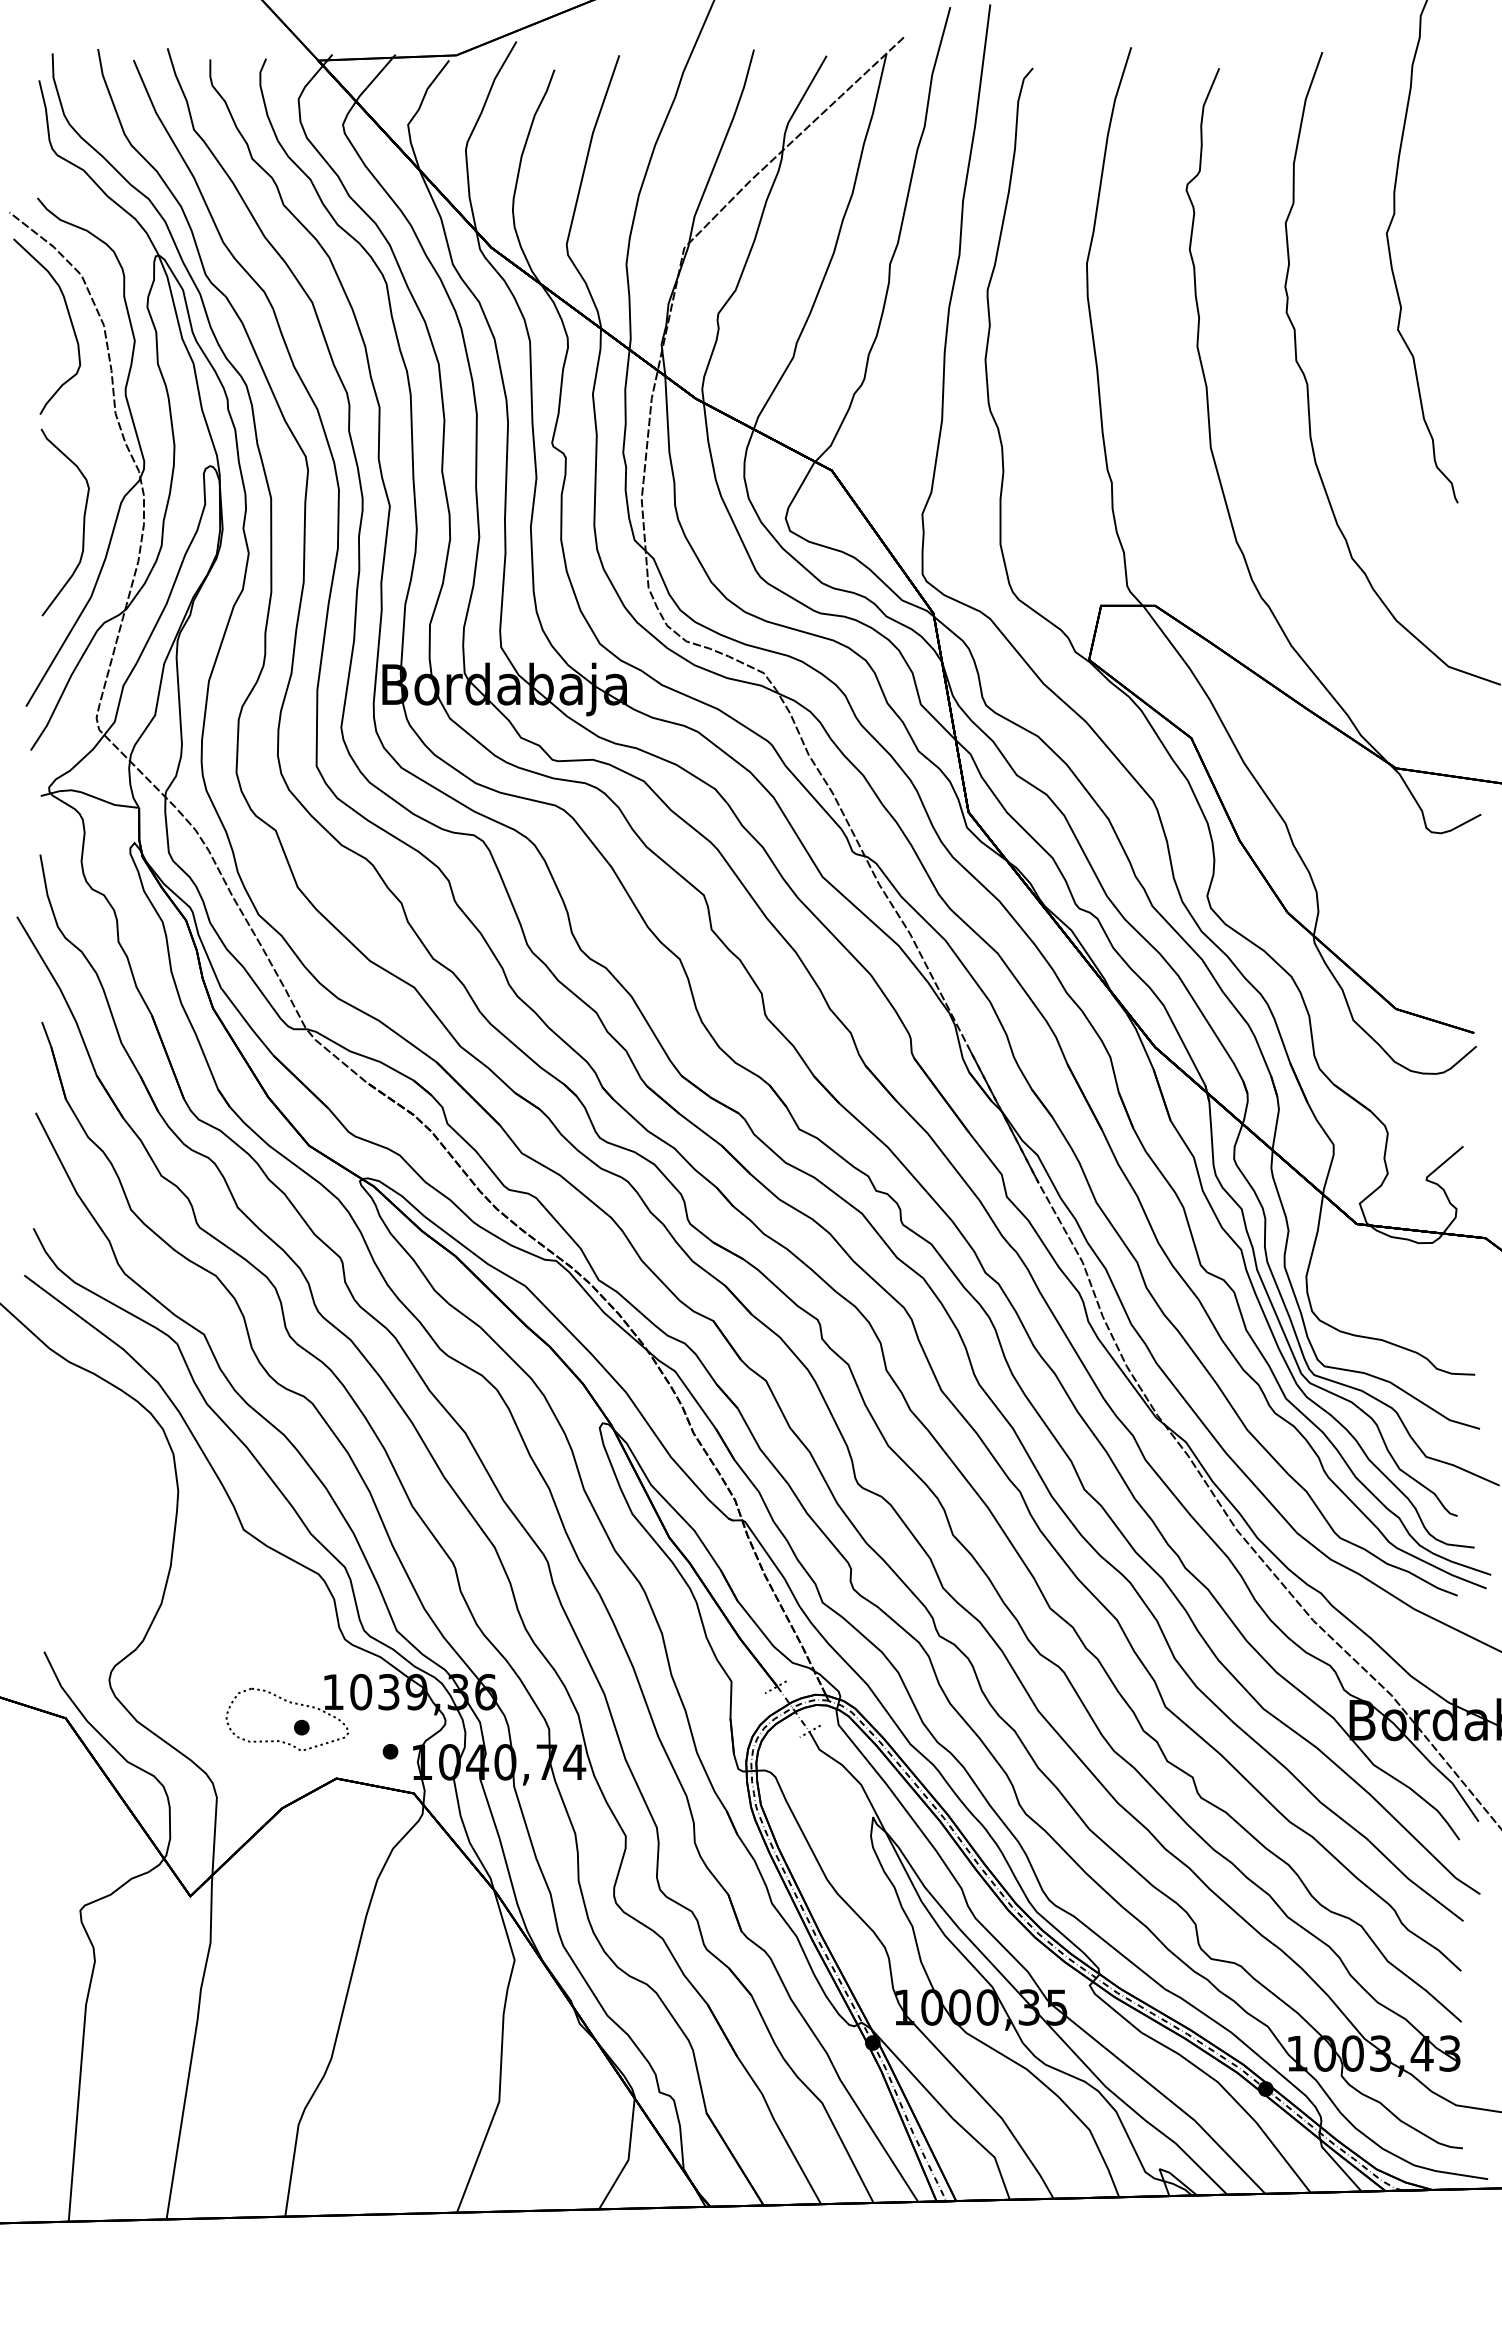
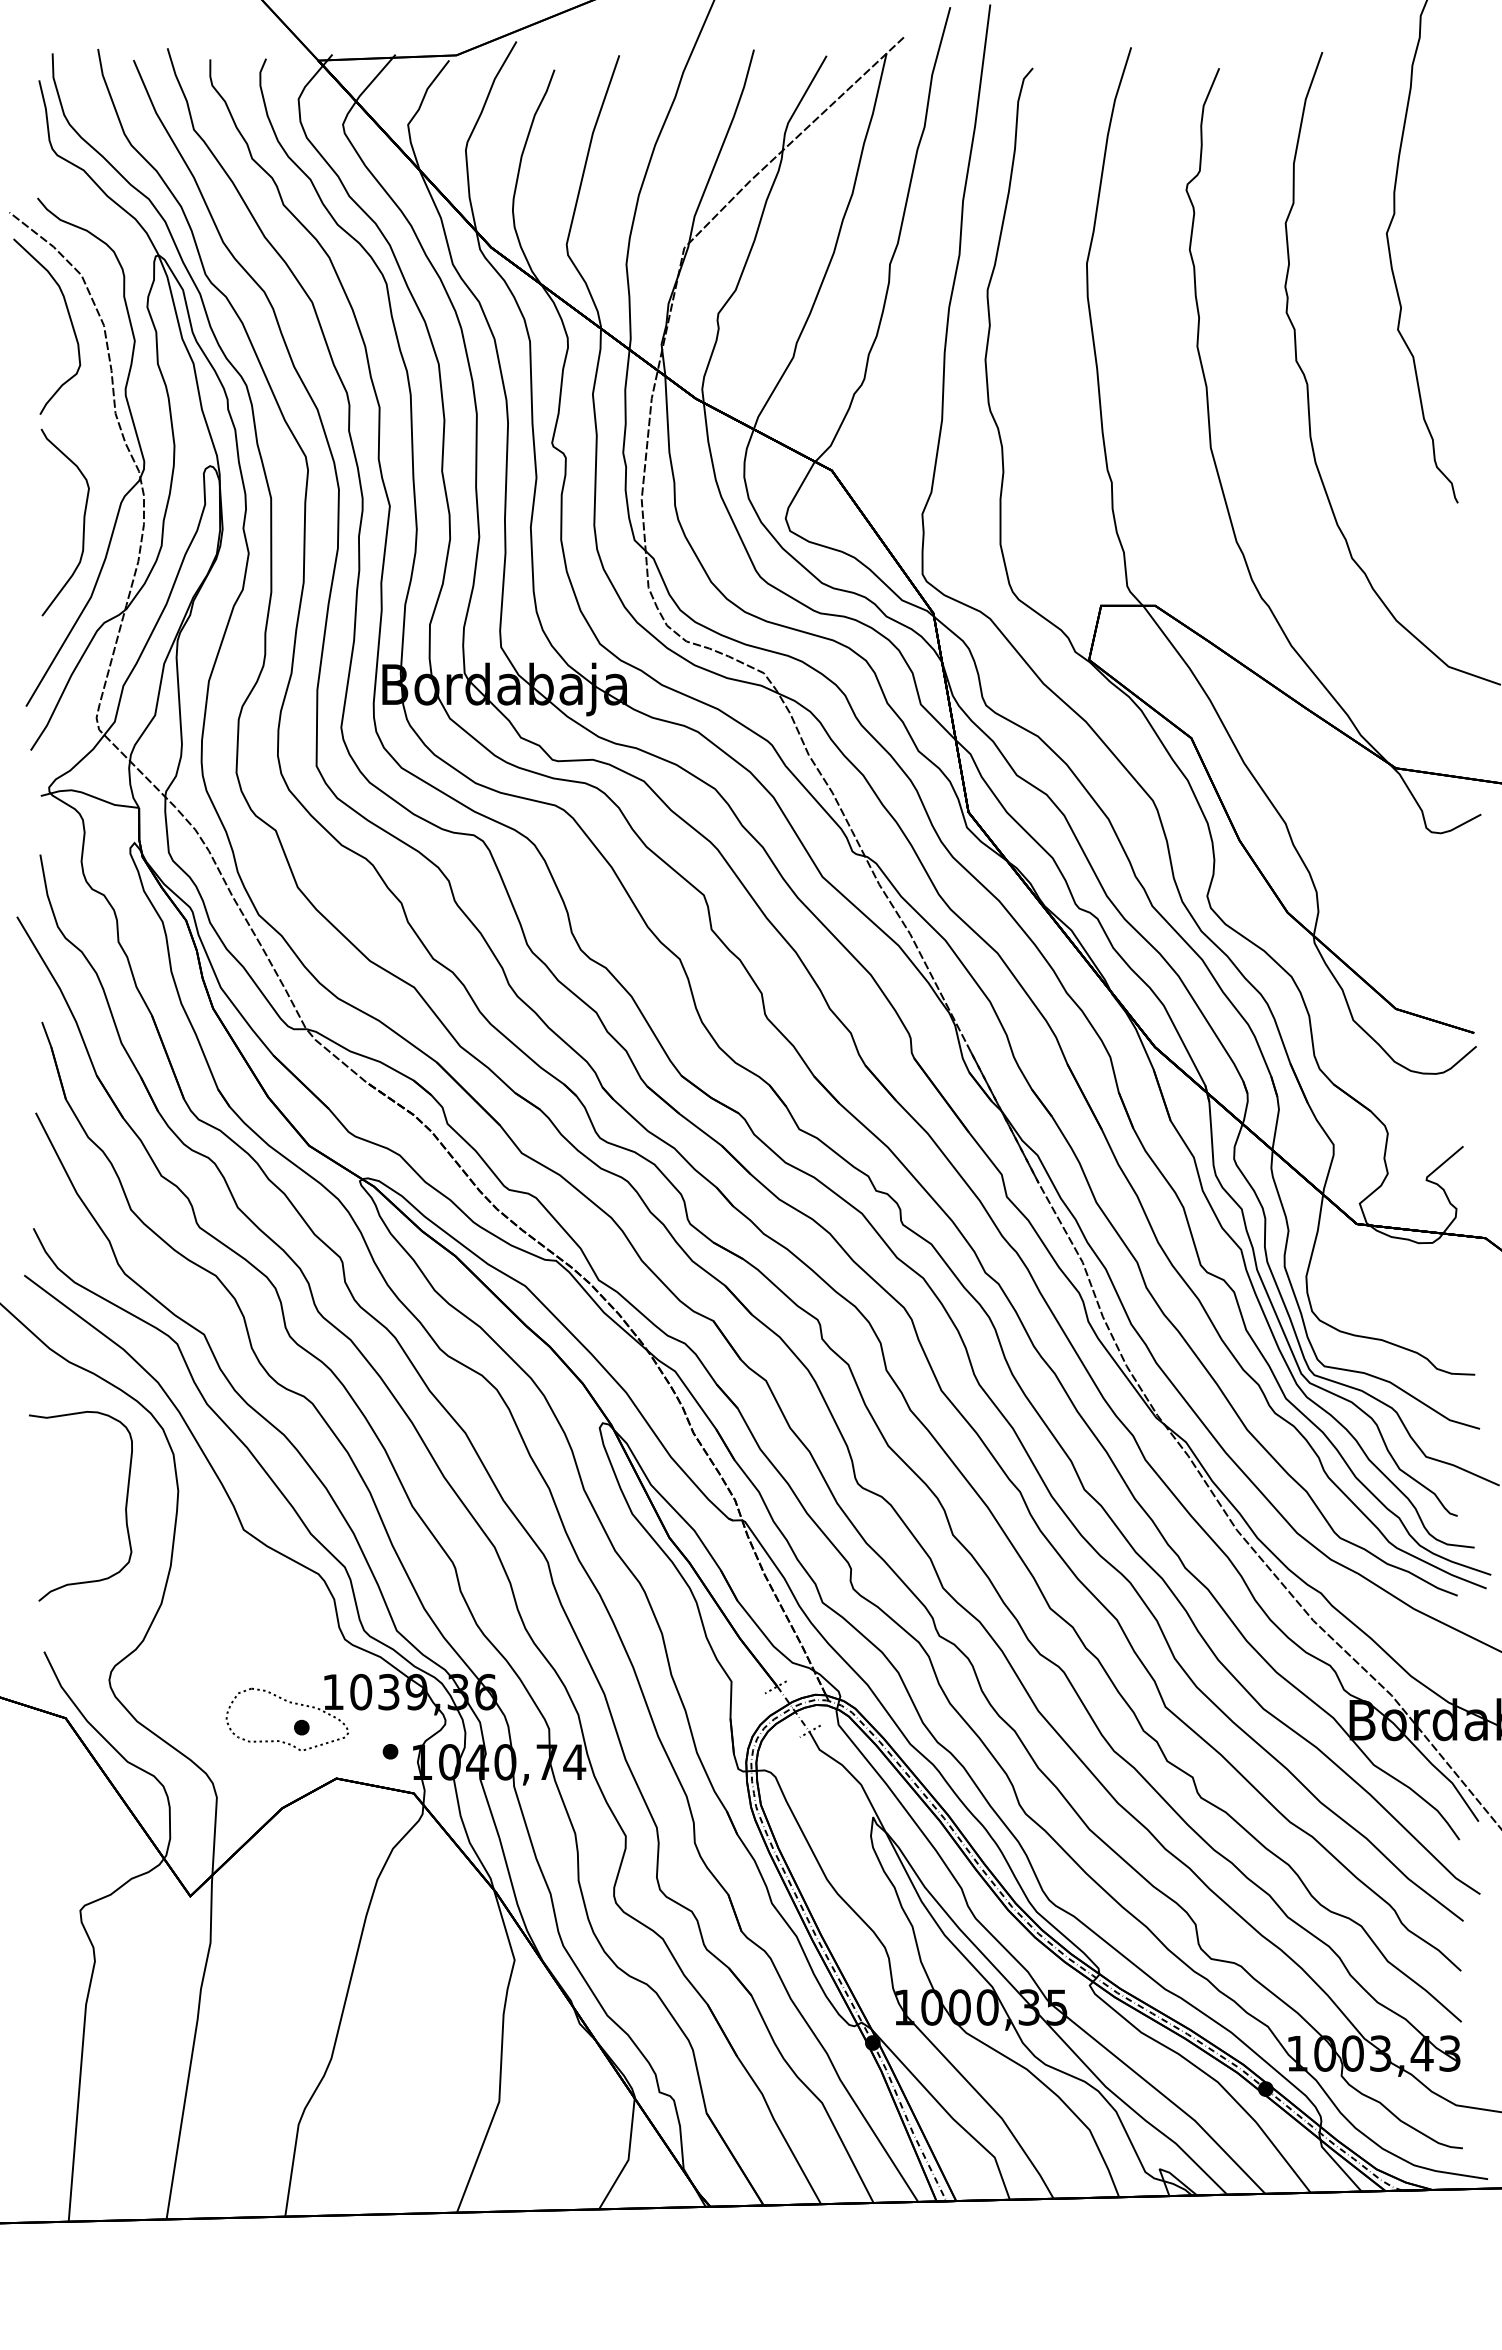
curve at (125, 1506): none -> present
